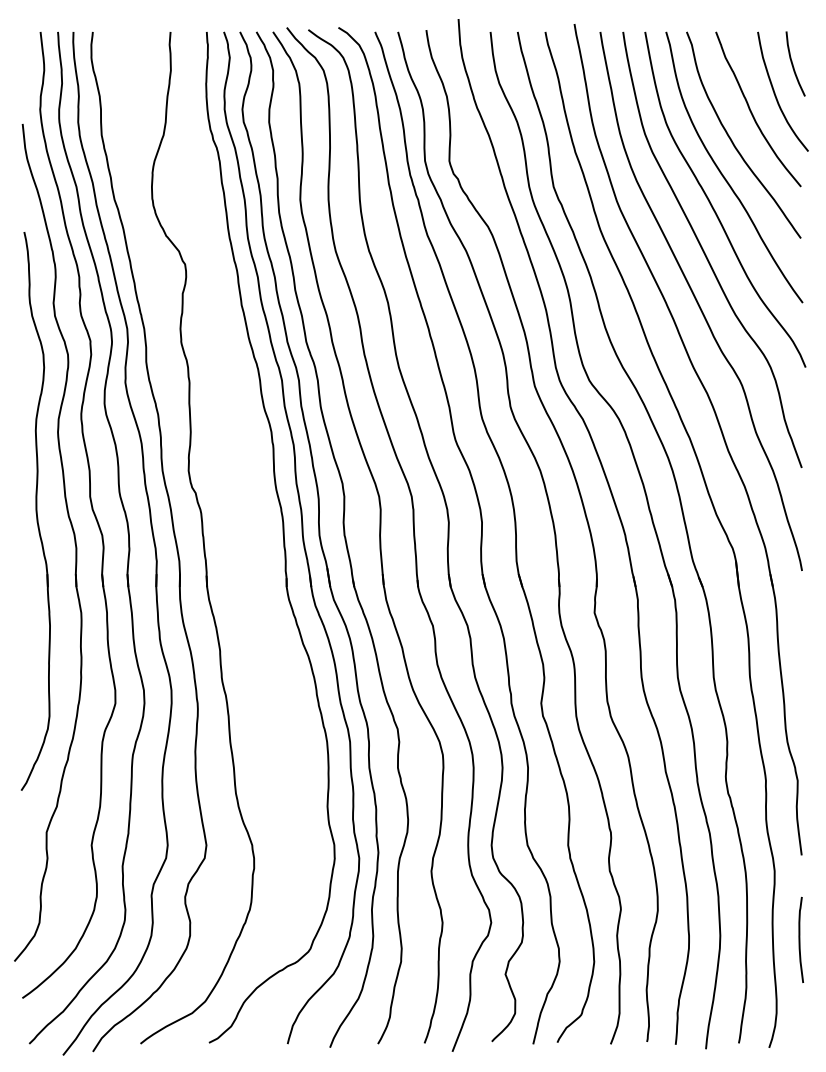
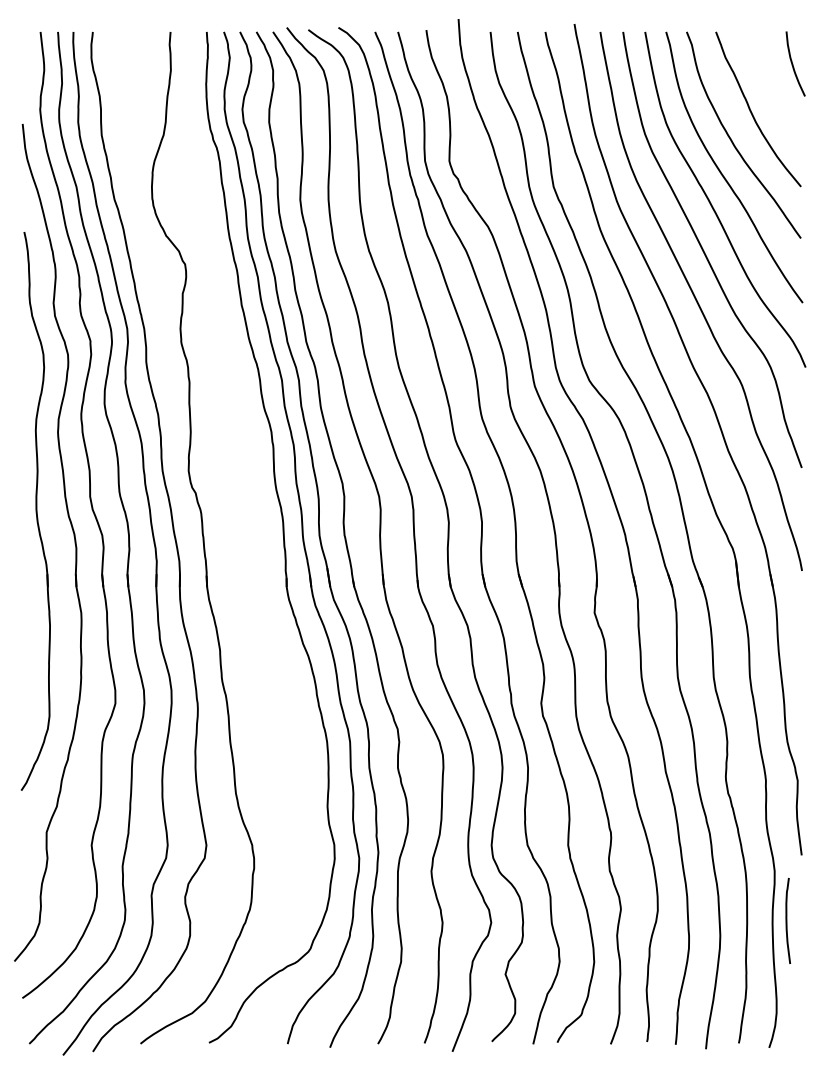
curve at (775, 92): present -> none
curve at (800, 939) position: (800, 939) -> (787, 920)
